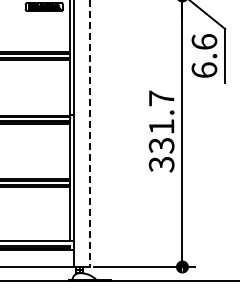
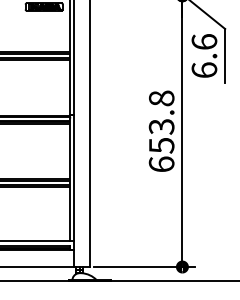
text at (161, 131): 331.7 -> 653.8
line at (89, 134): dashed -> solid
